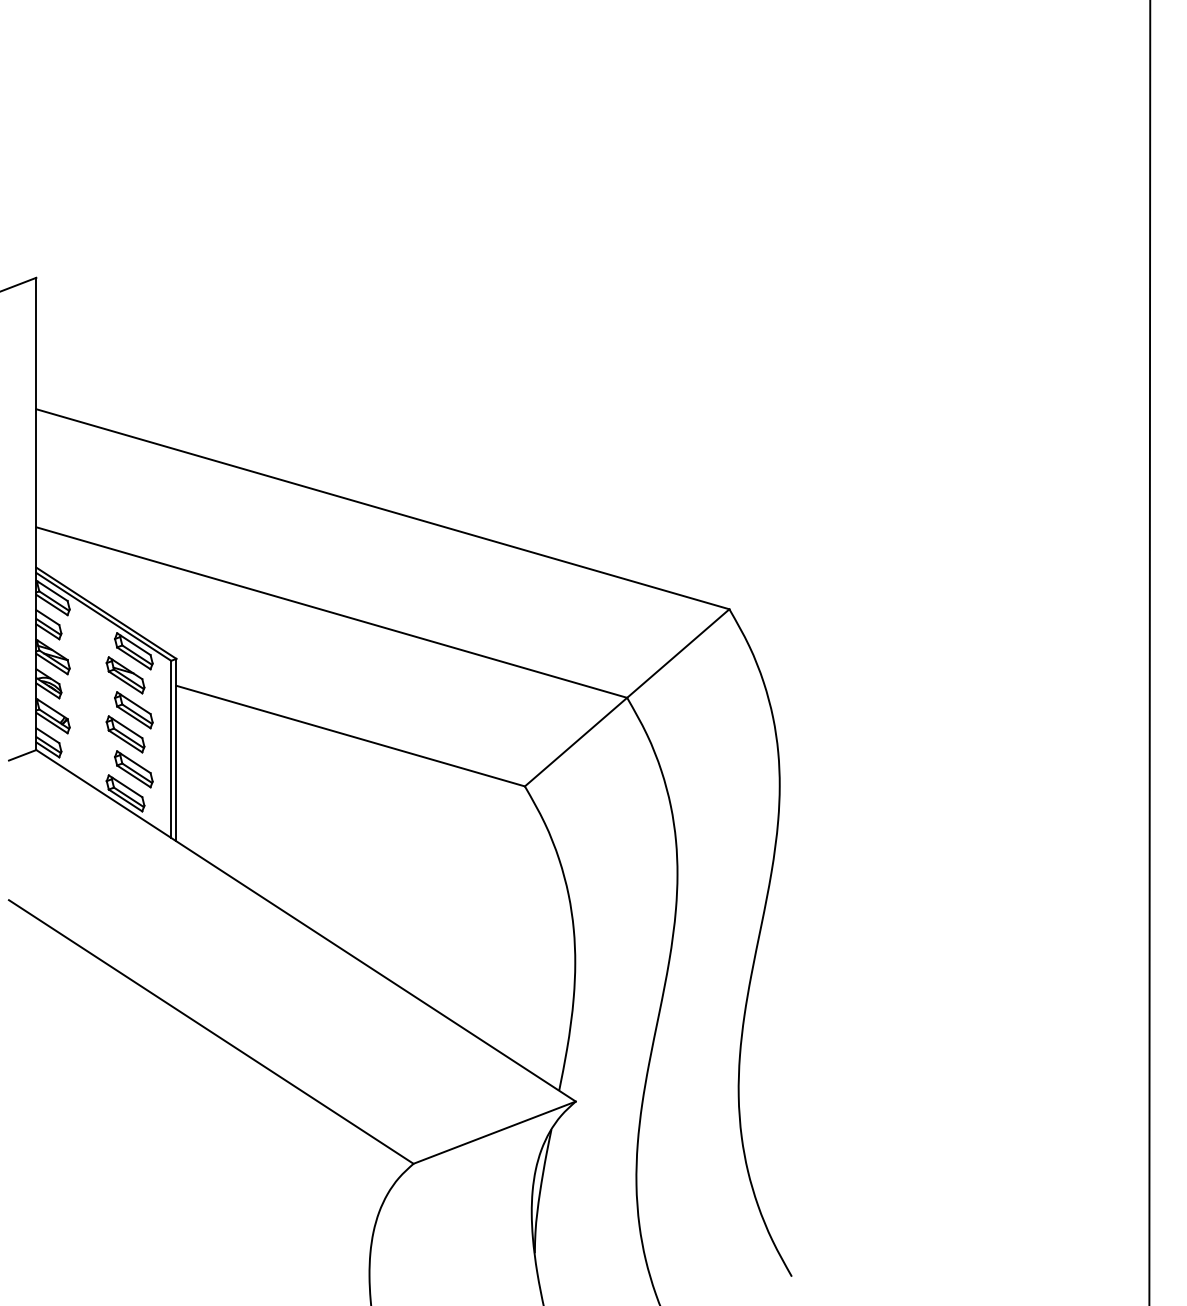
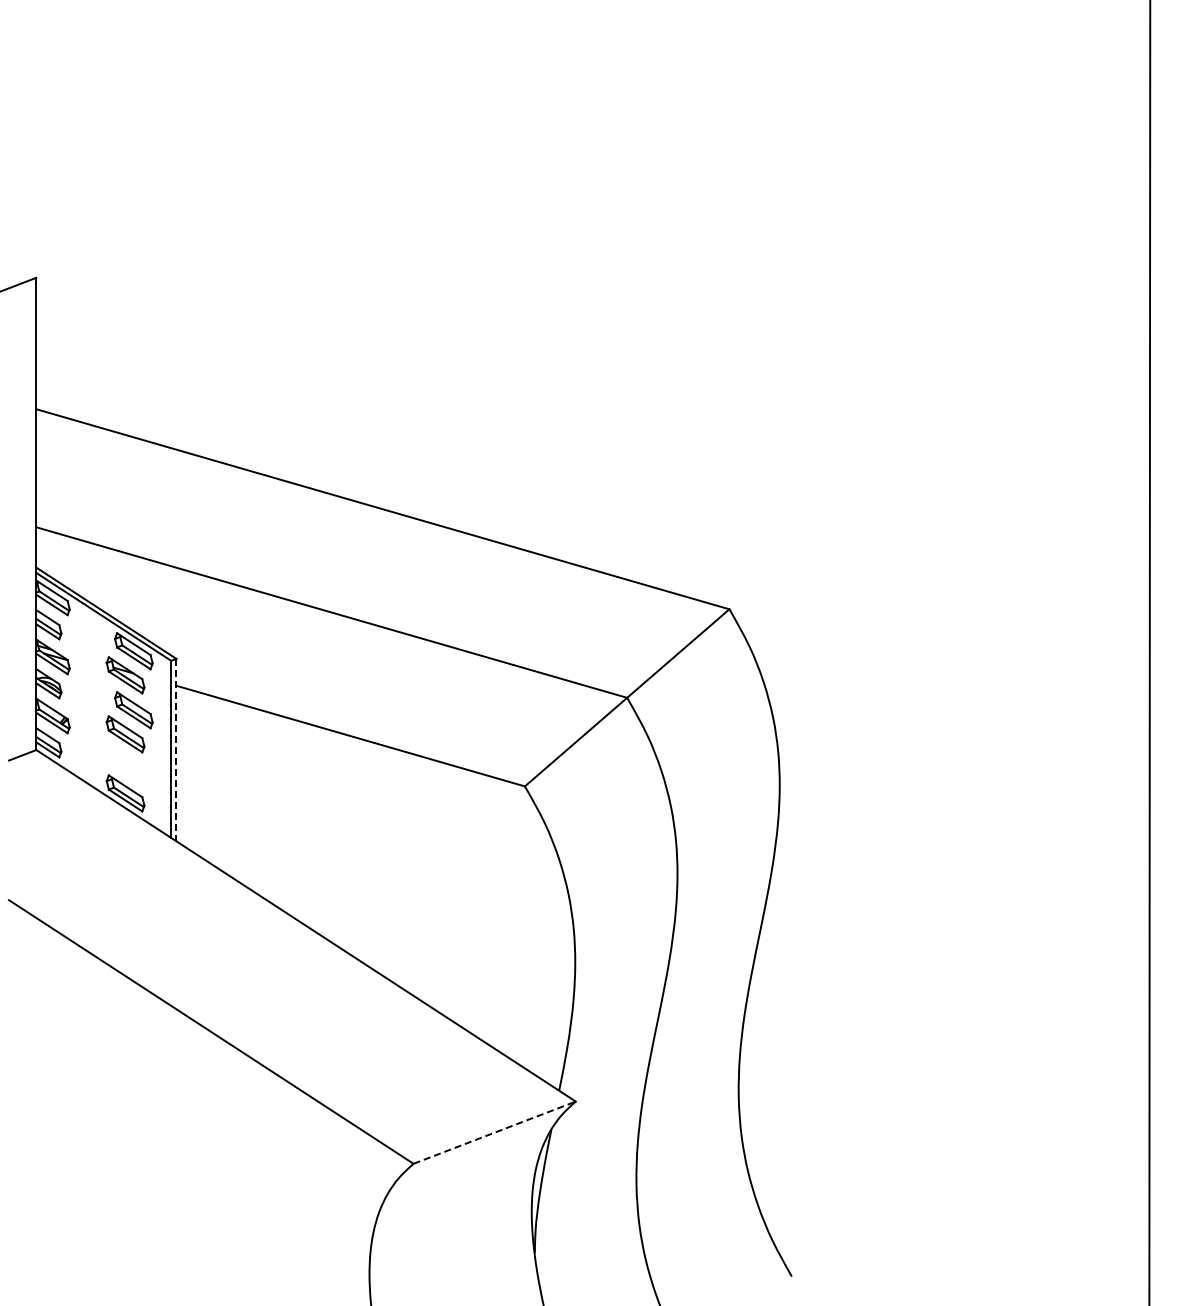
line at (176, 750): solid -> dashed
part at (133, 769): present -> none
line at (494, 1132): solid -> dashed
